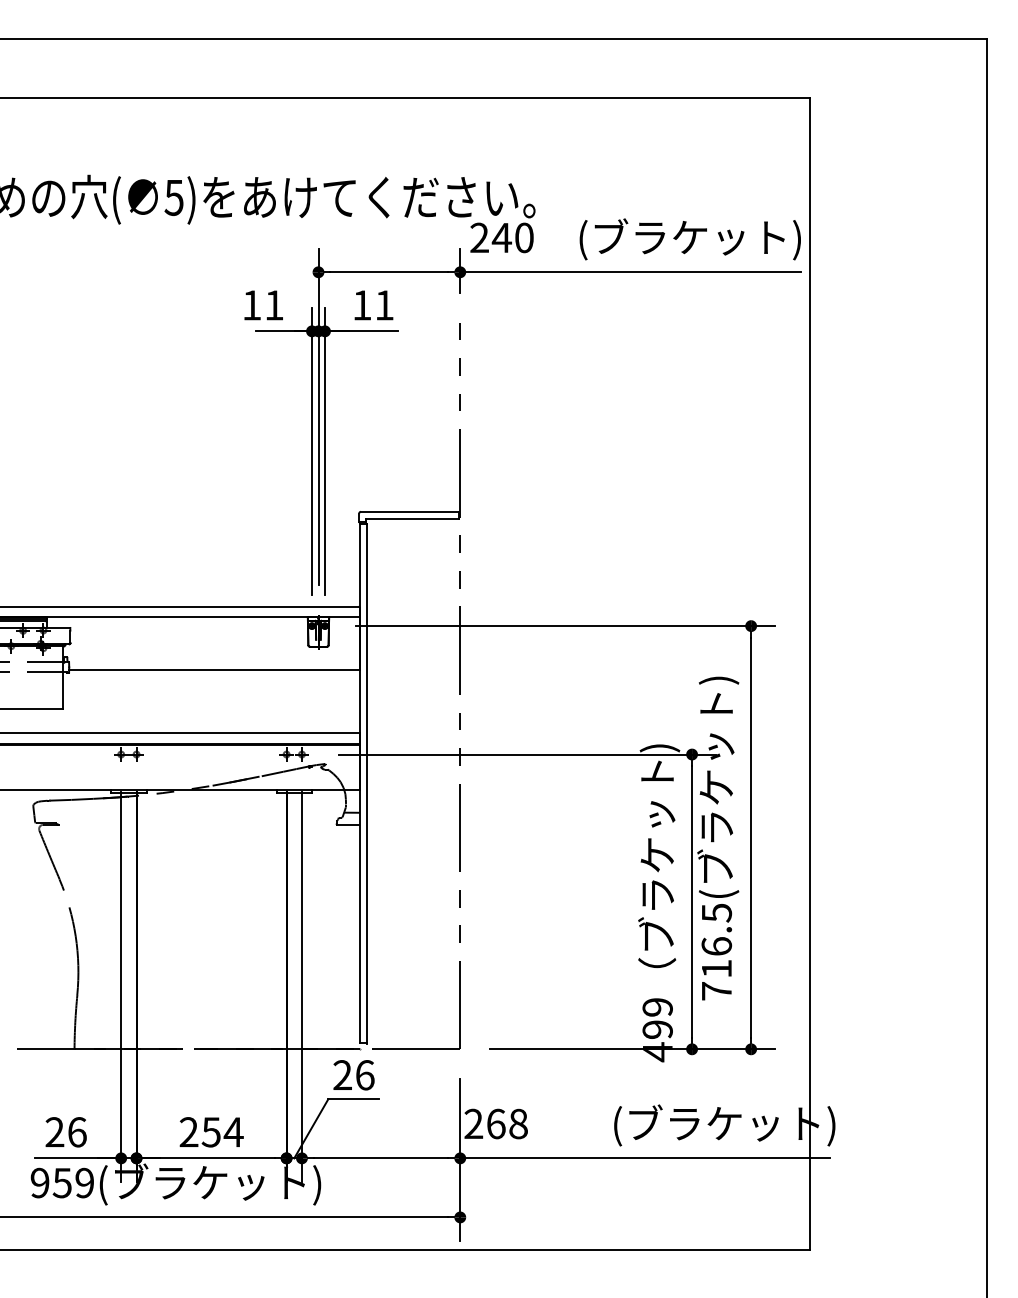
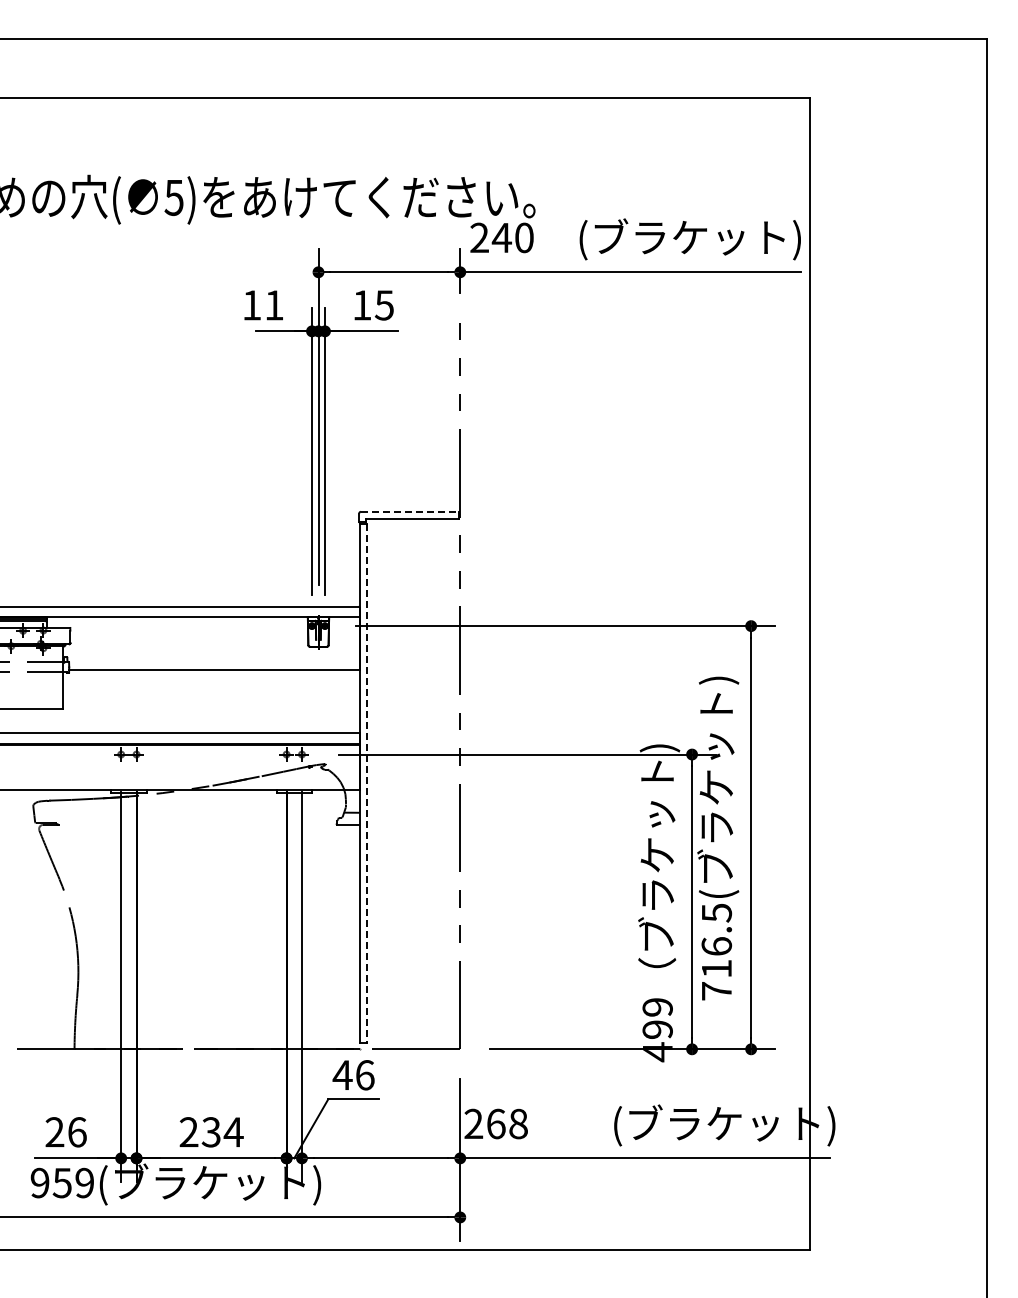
text at (383, 305): 11 -> 15
line at (410, 511): solid -> dashed
line at (366, 784): solid -> dashed
text at (342, 1074): 26 -> 46
text at (211, 1132): 254 -> 234
